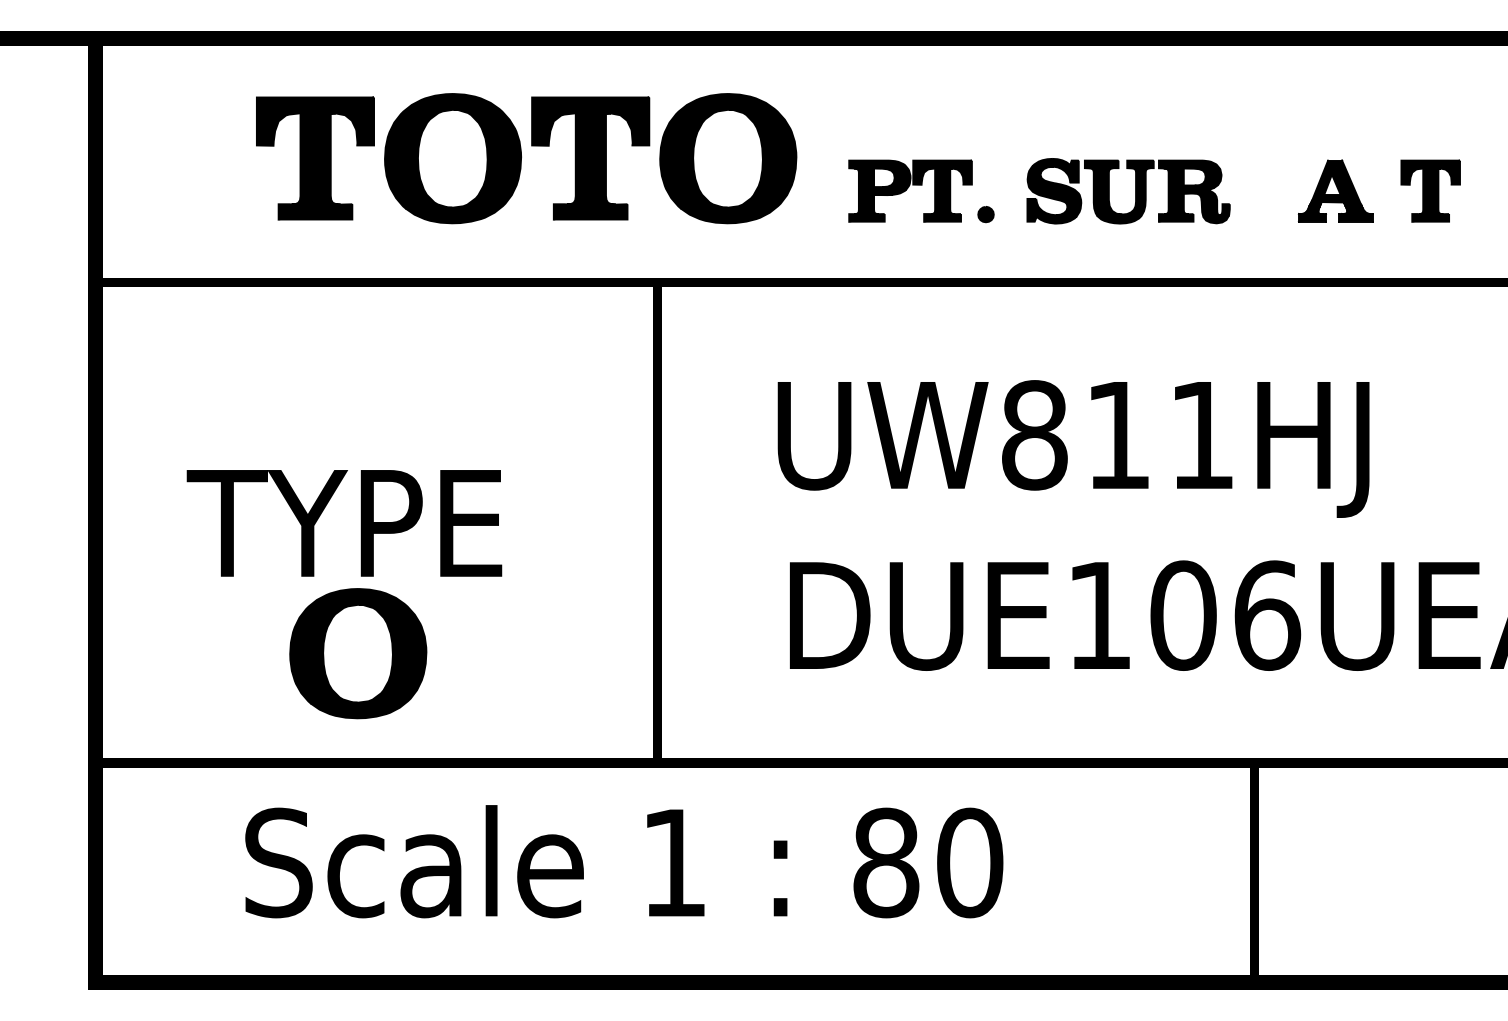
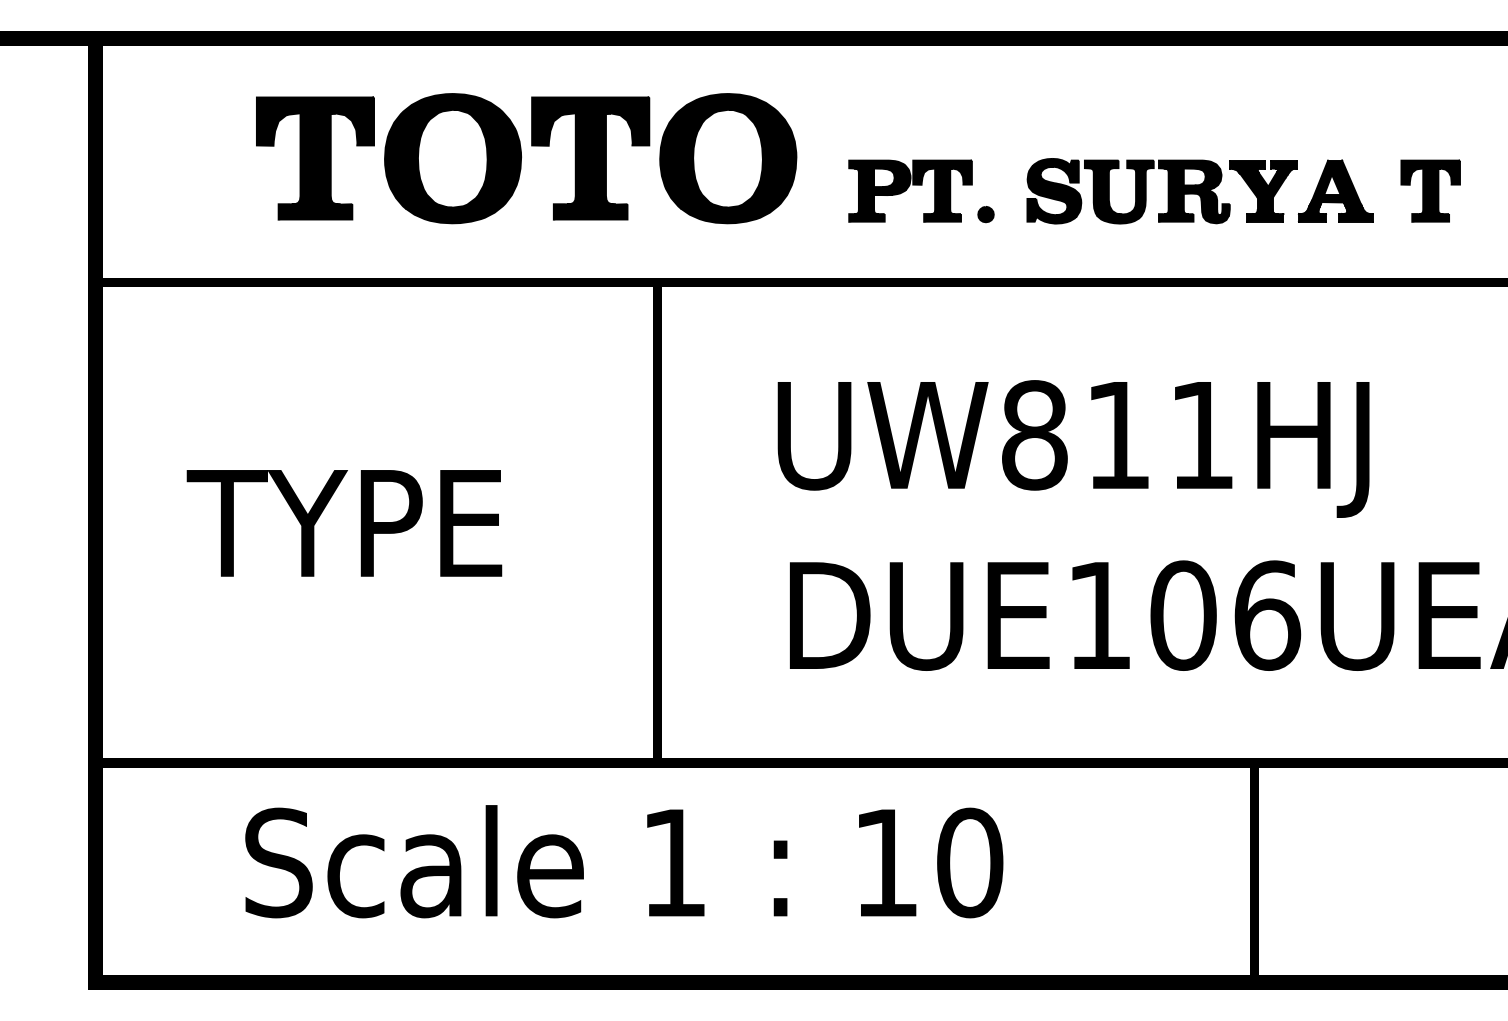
part at (1263, 191): none -> present
part at (358, 653): present -> none
text at (886, 862): 80 -> 10
